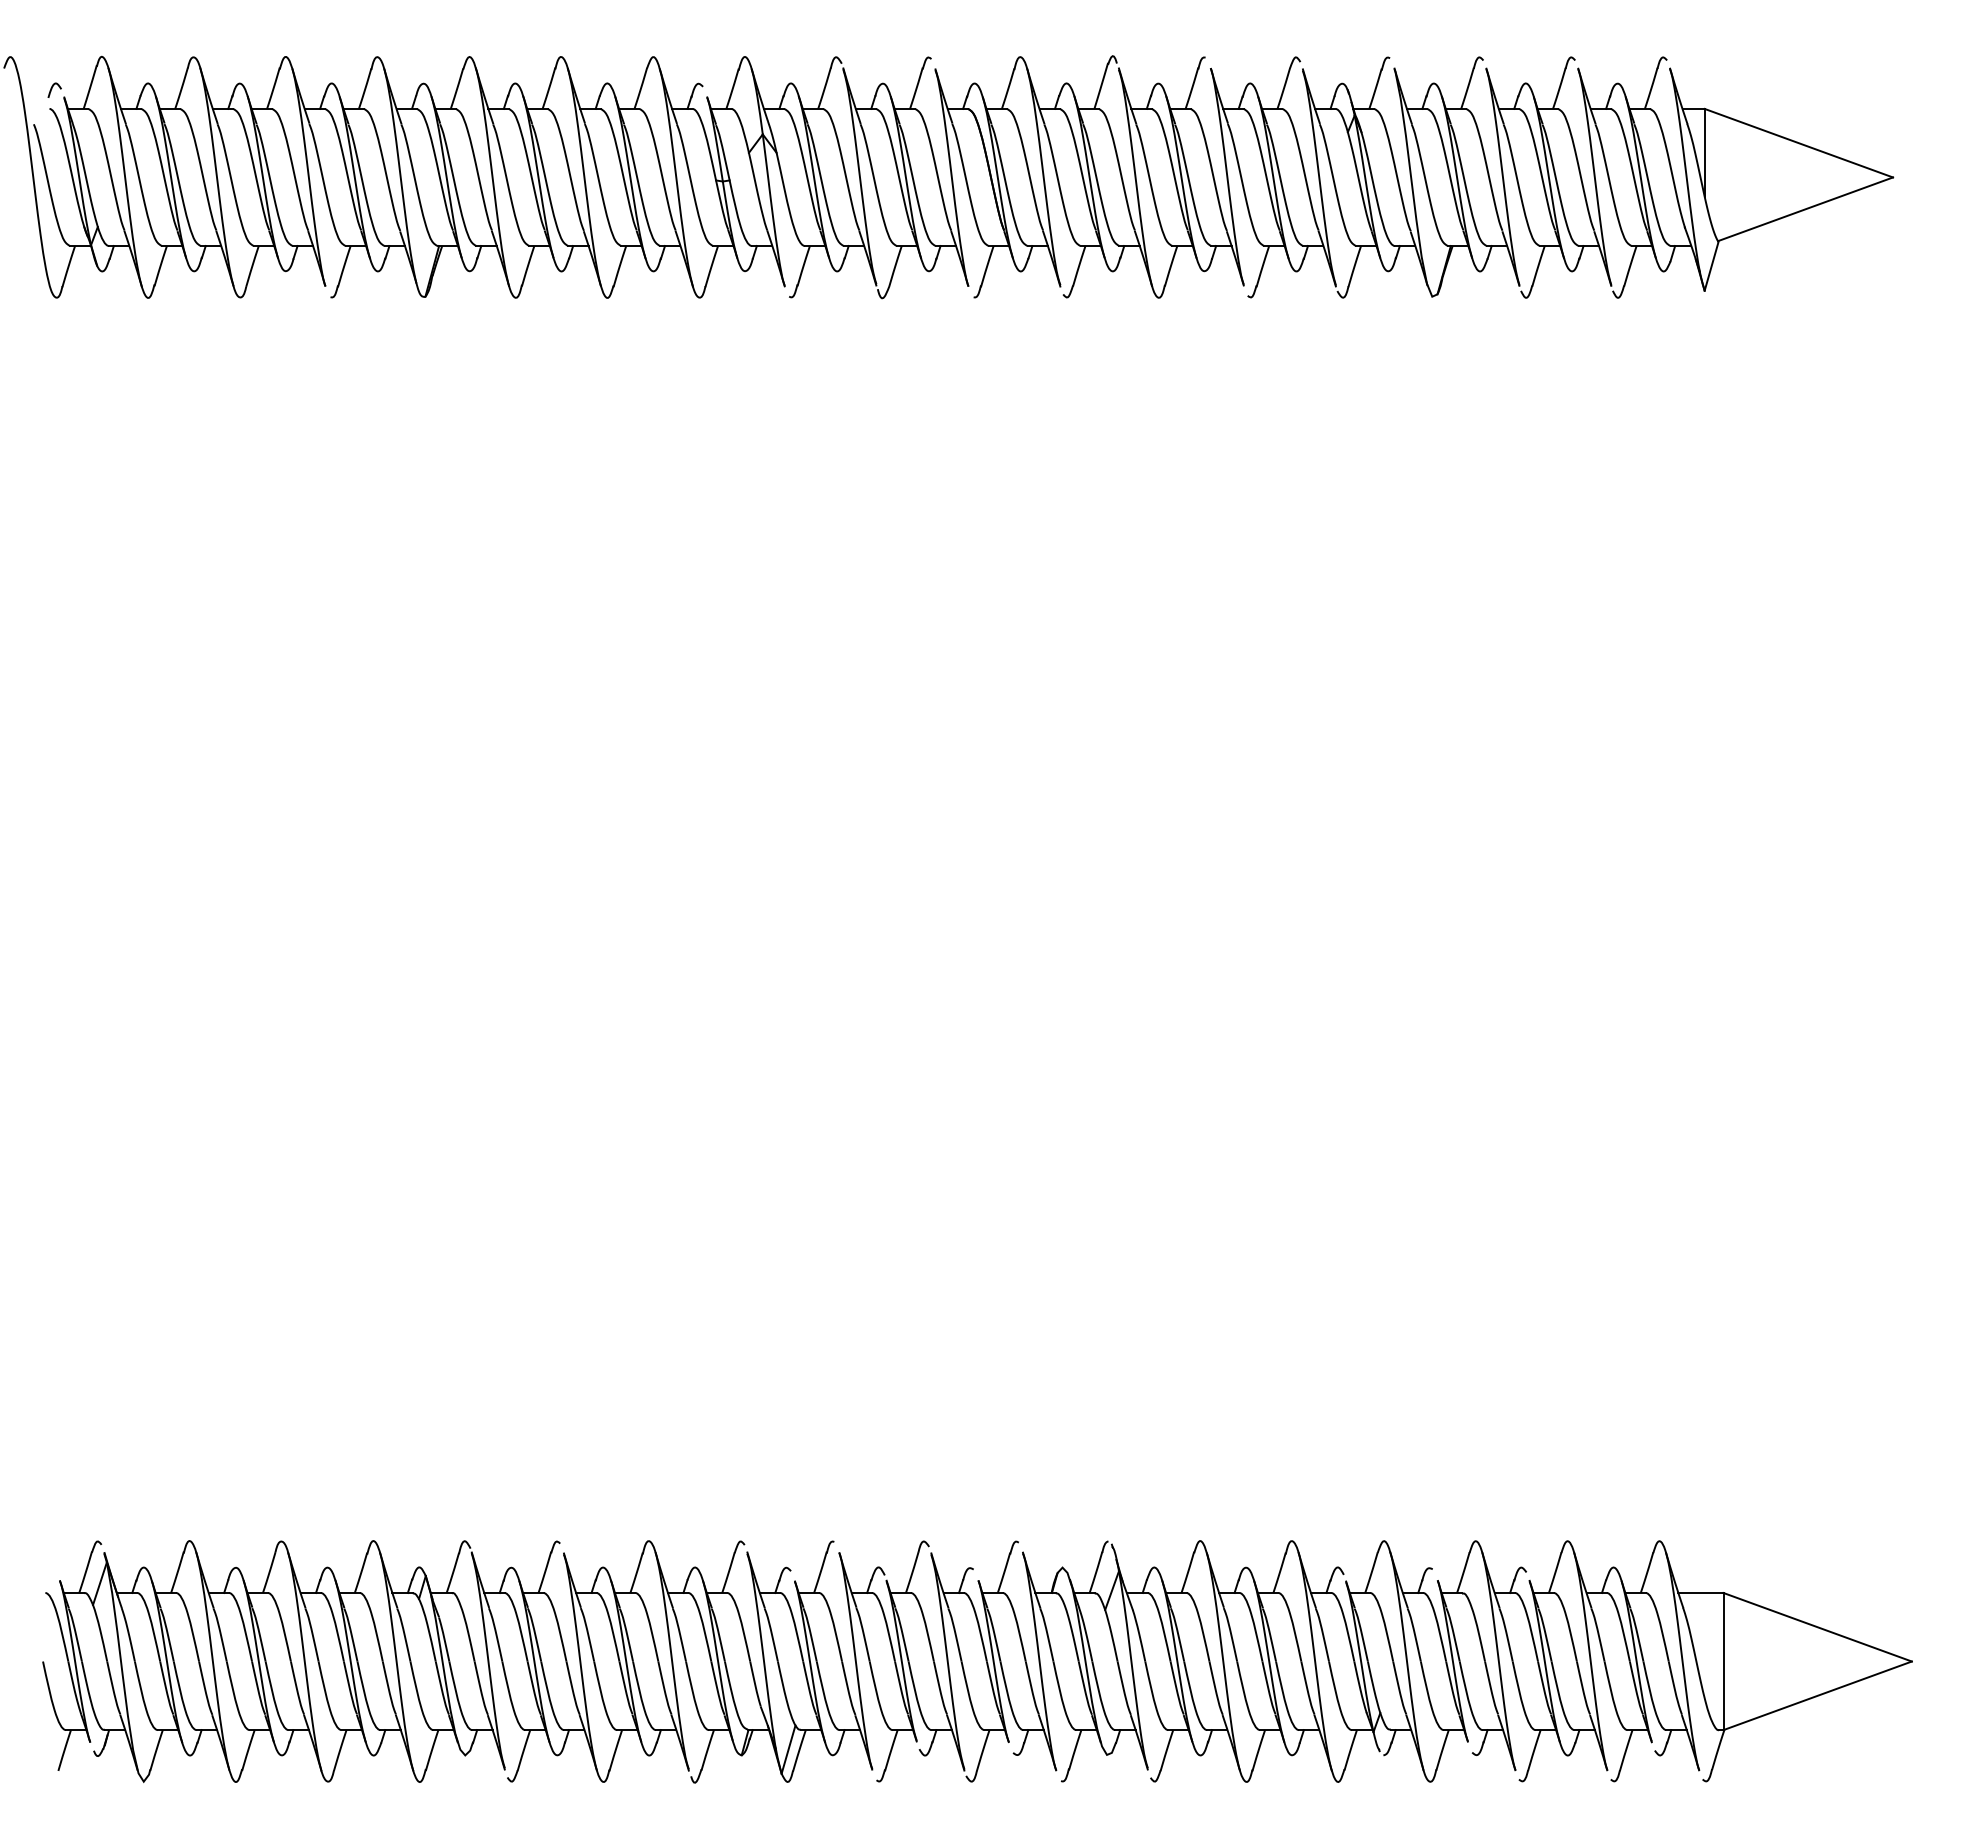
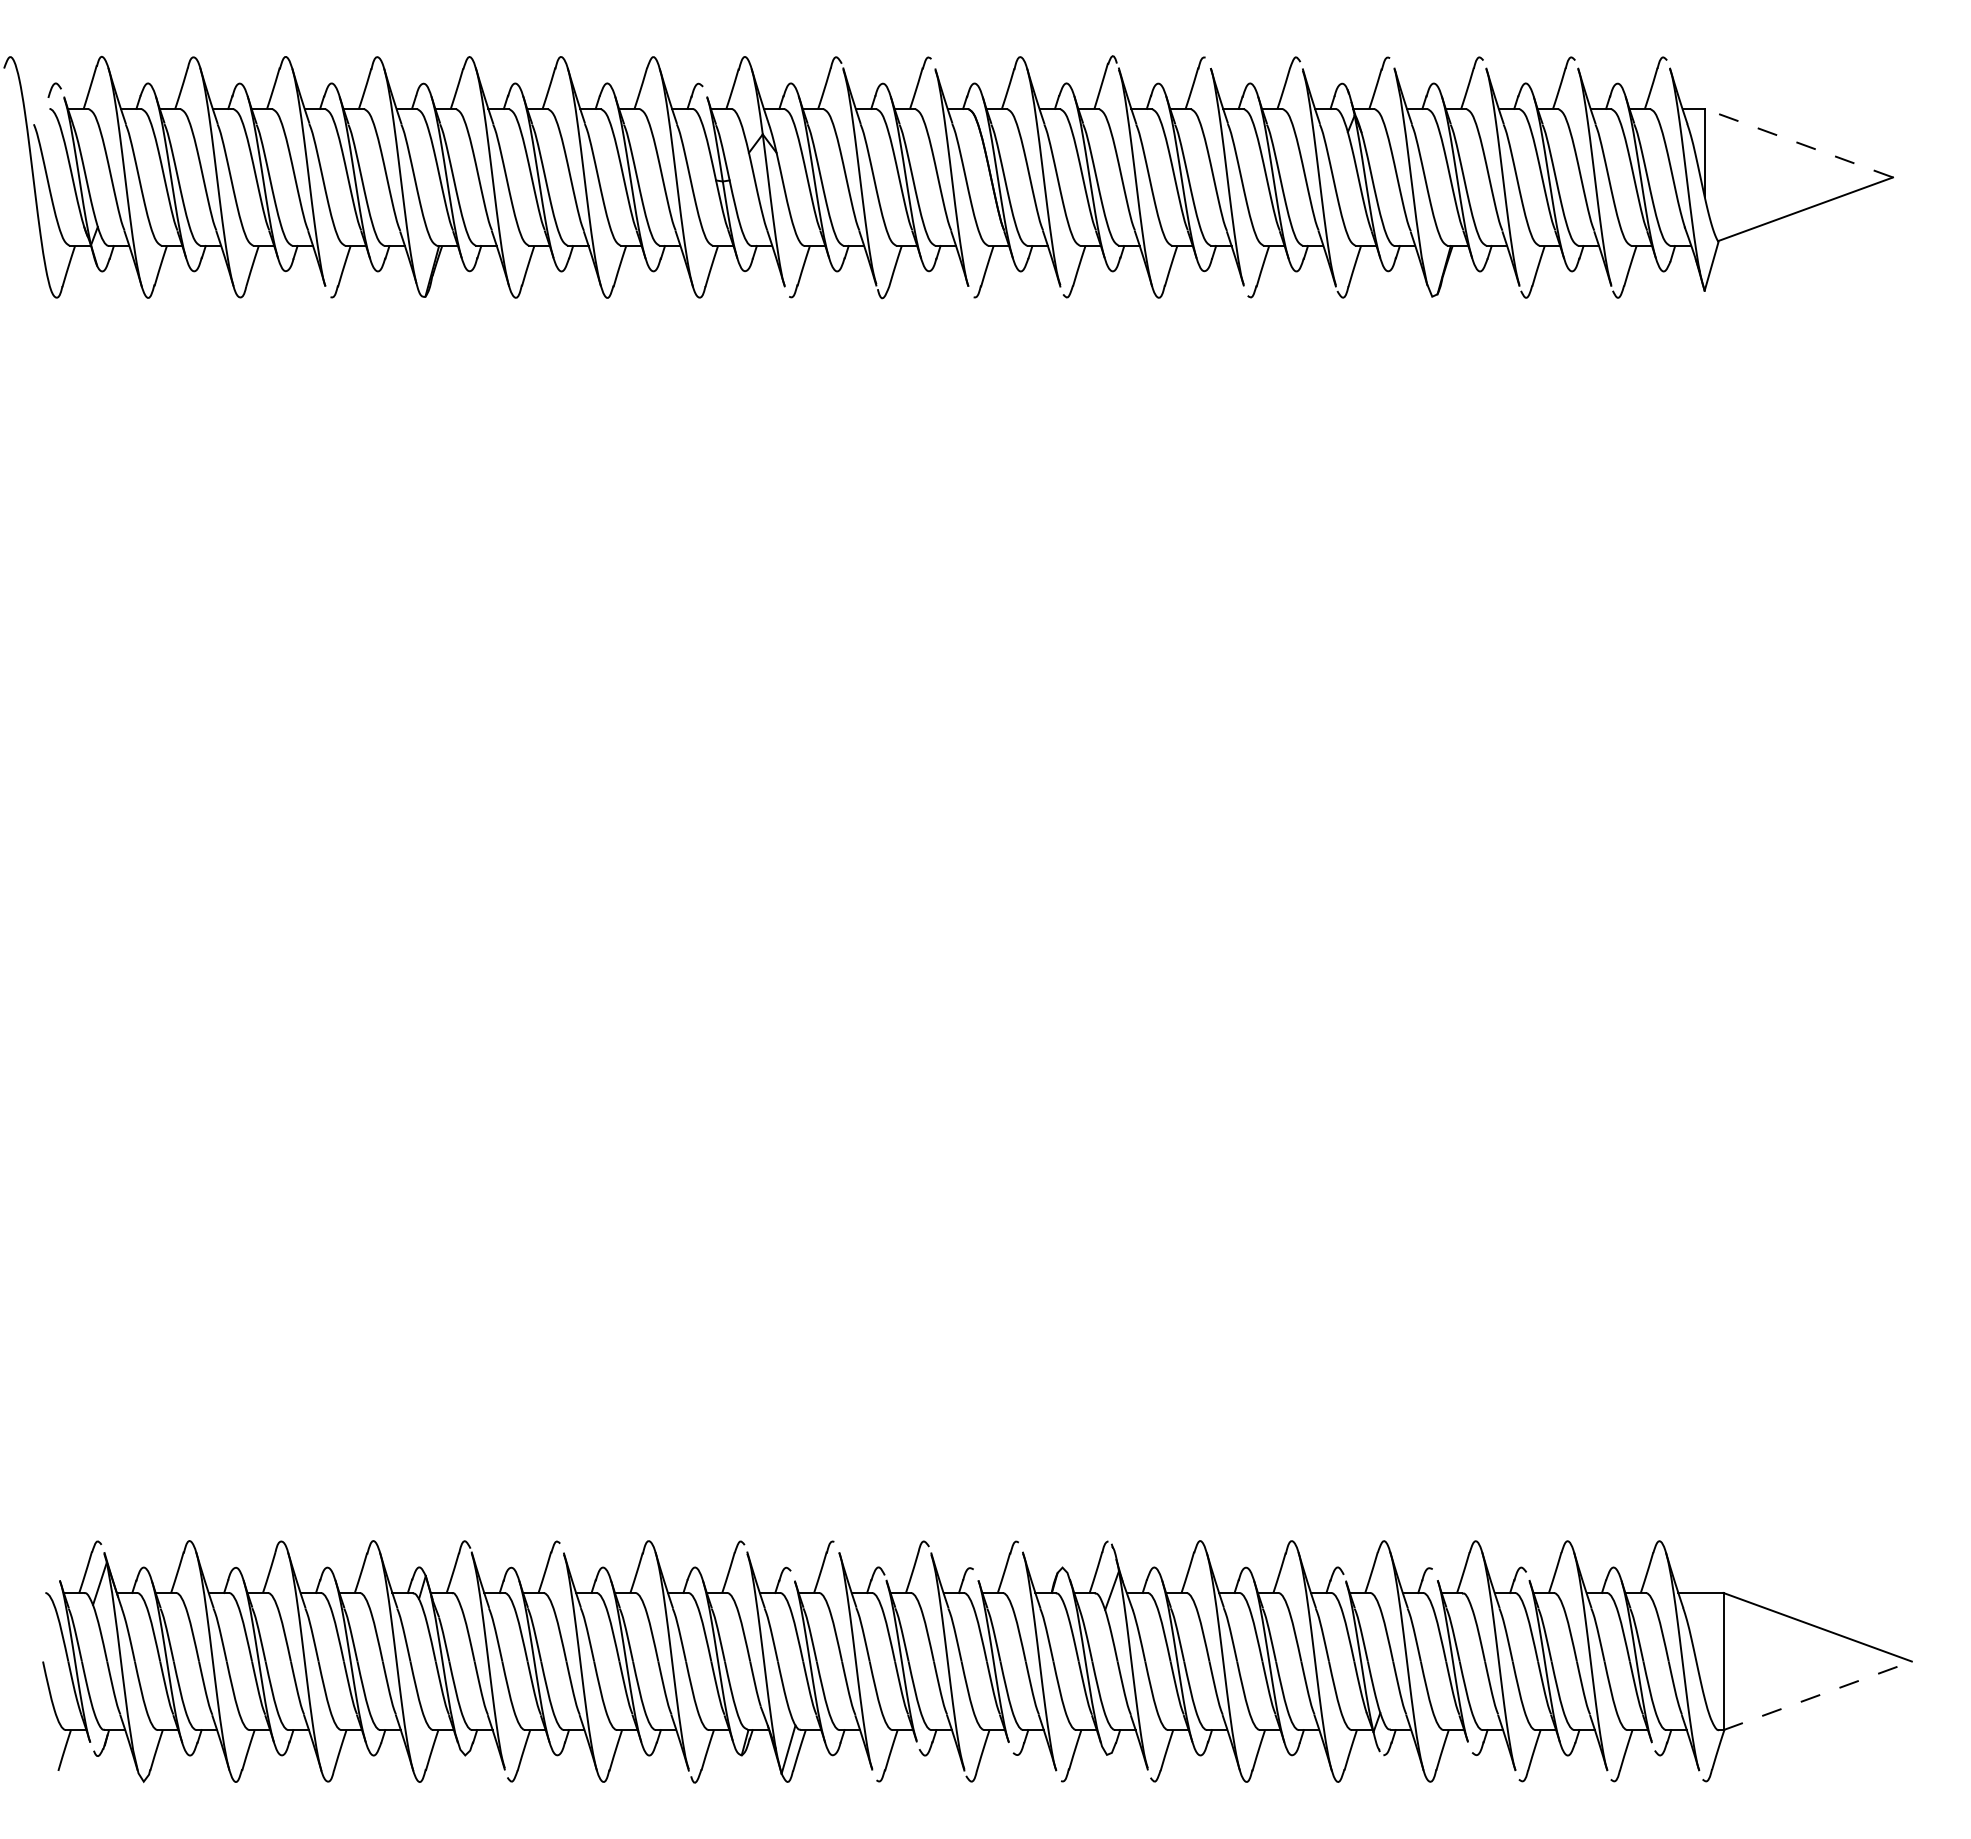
line at (1798, 143): solid -> dashed
line at (1818, 1695): solid -> dashed
